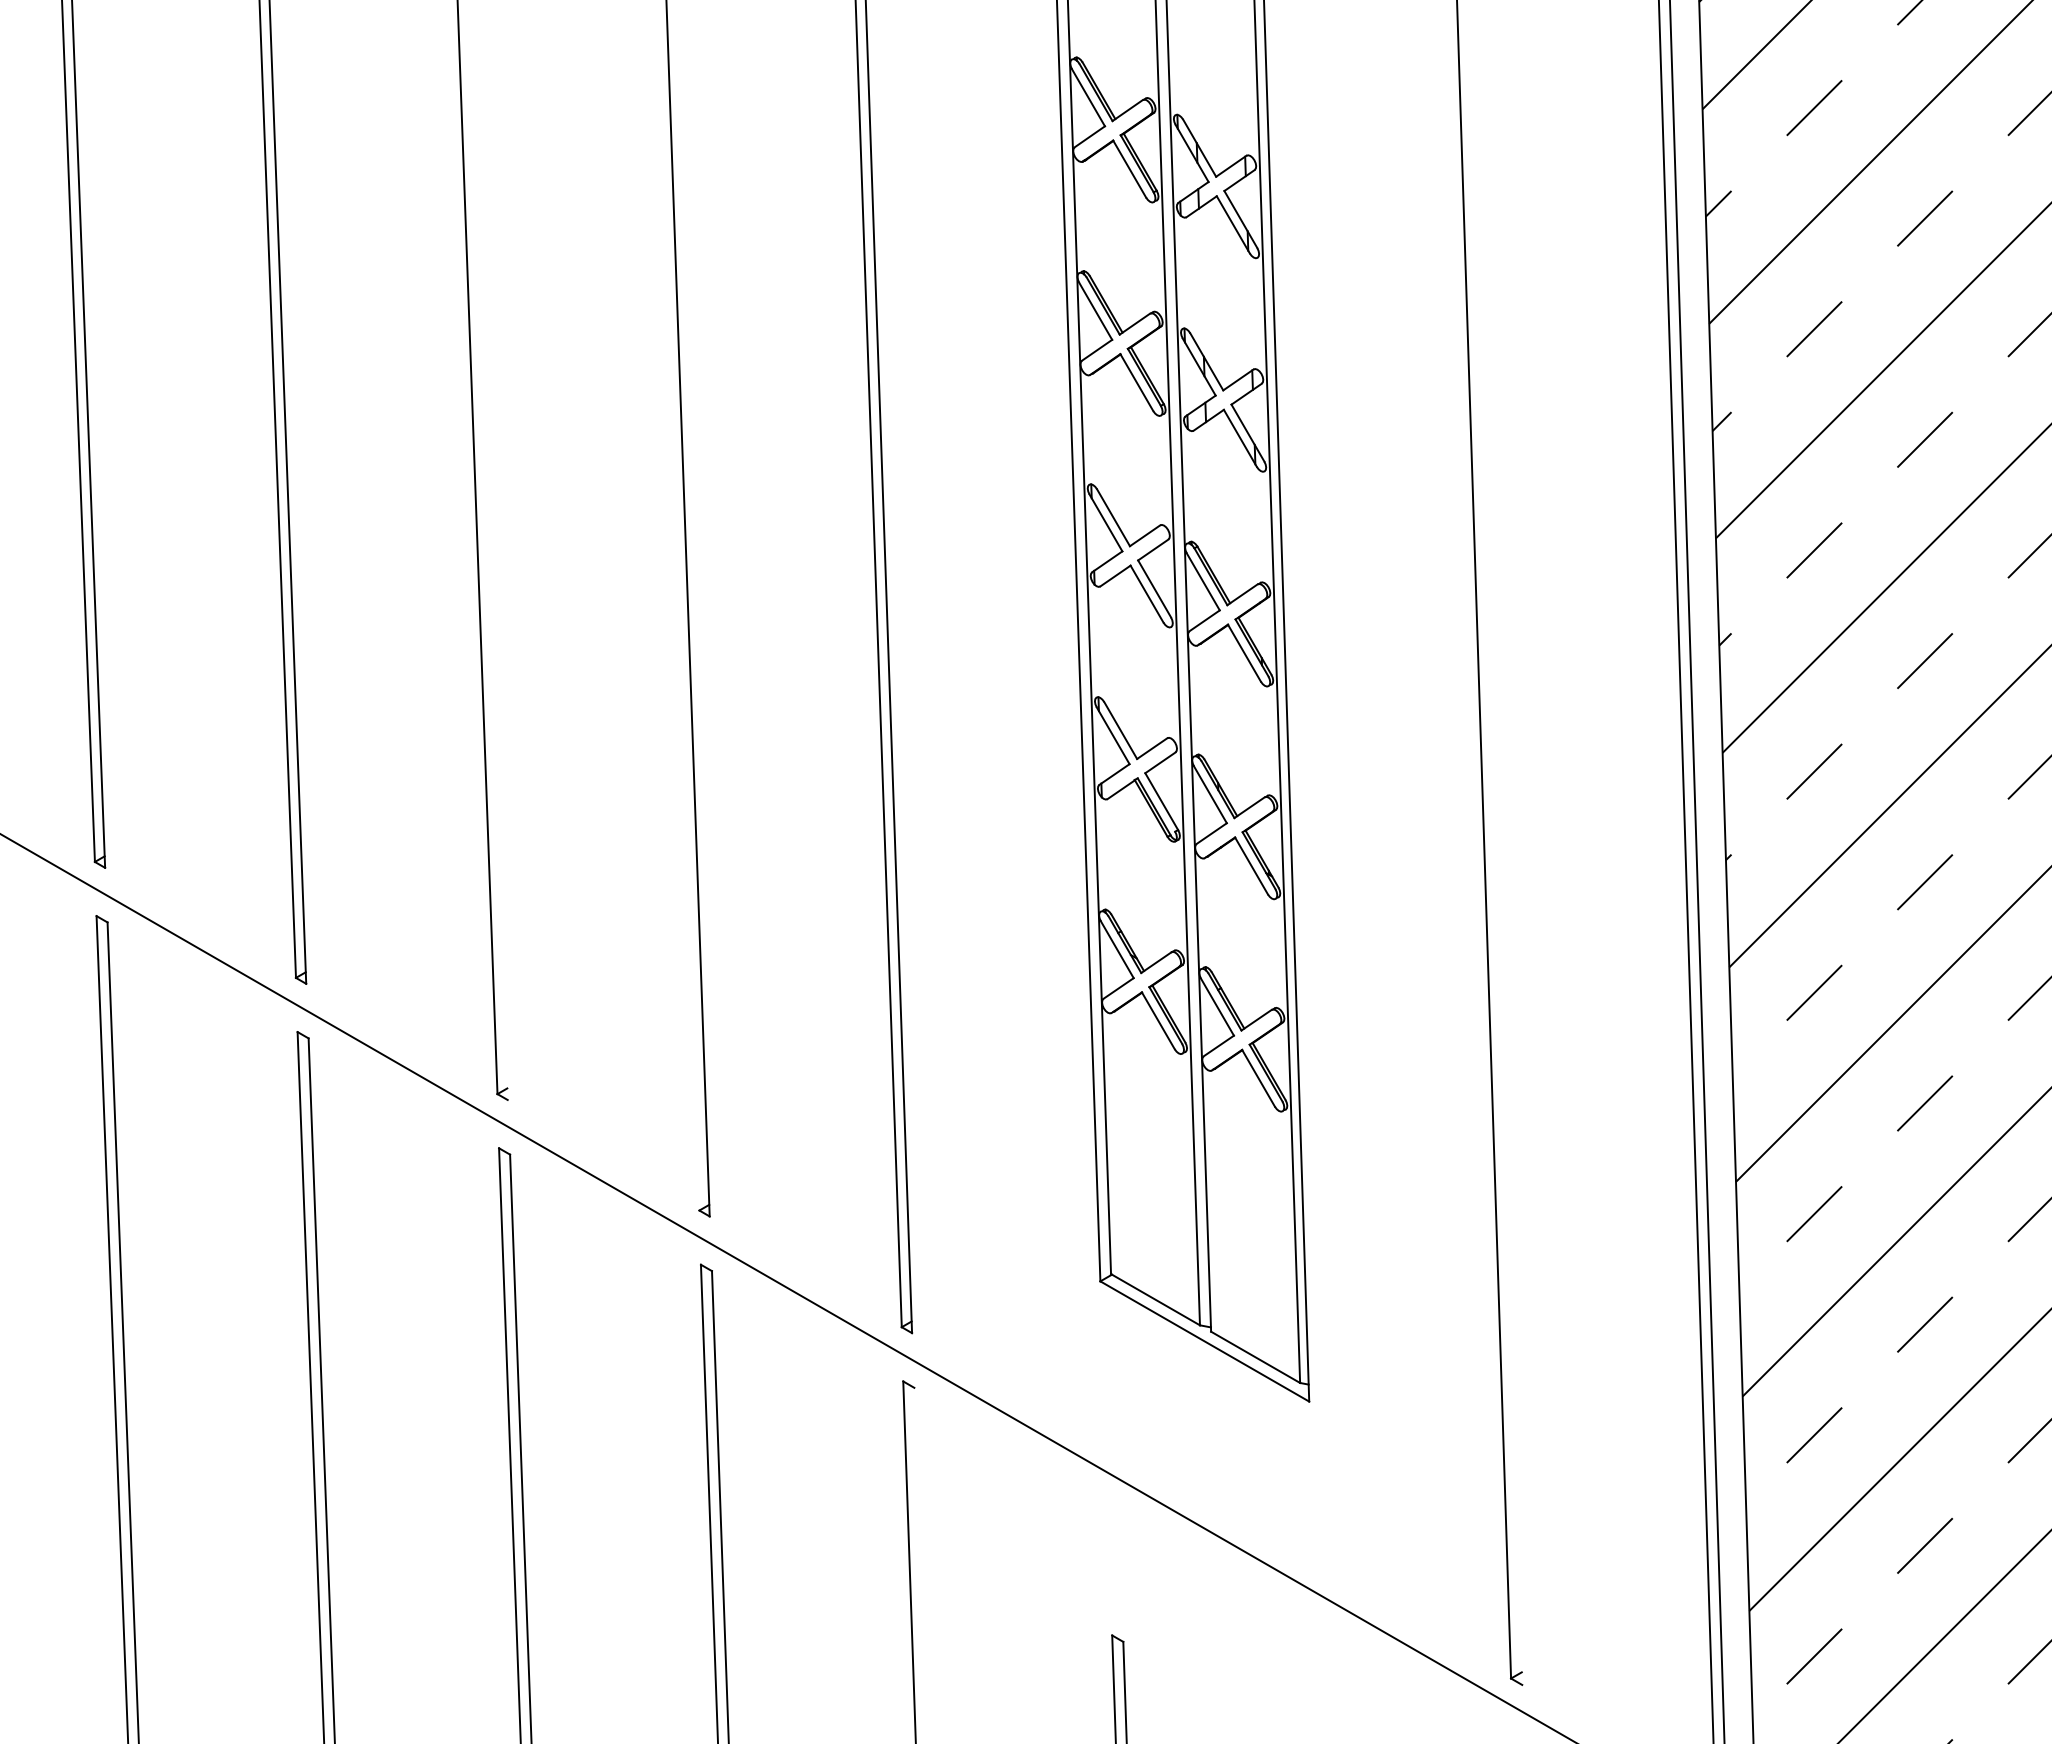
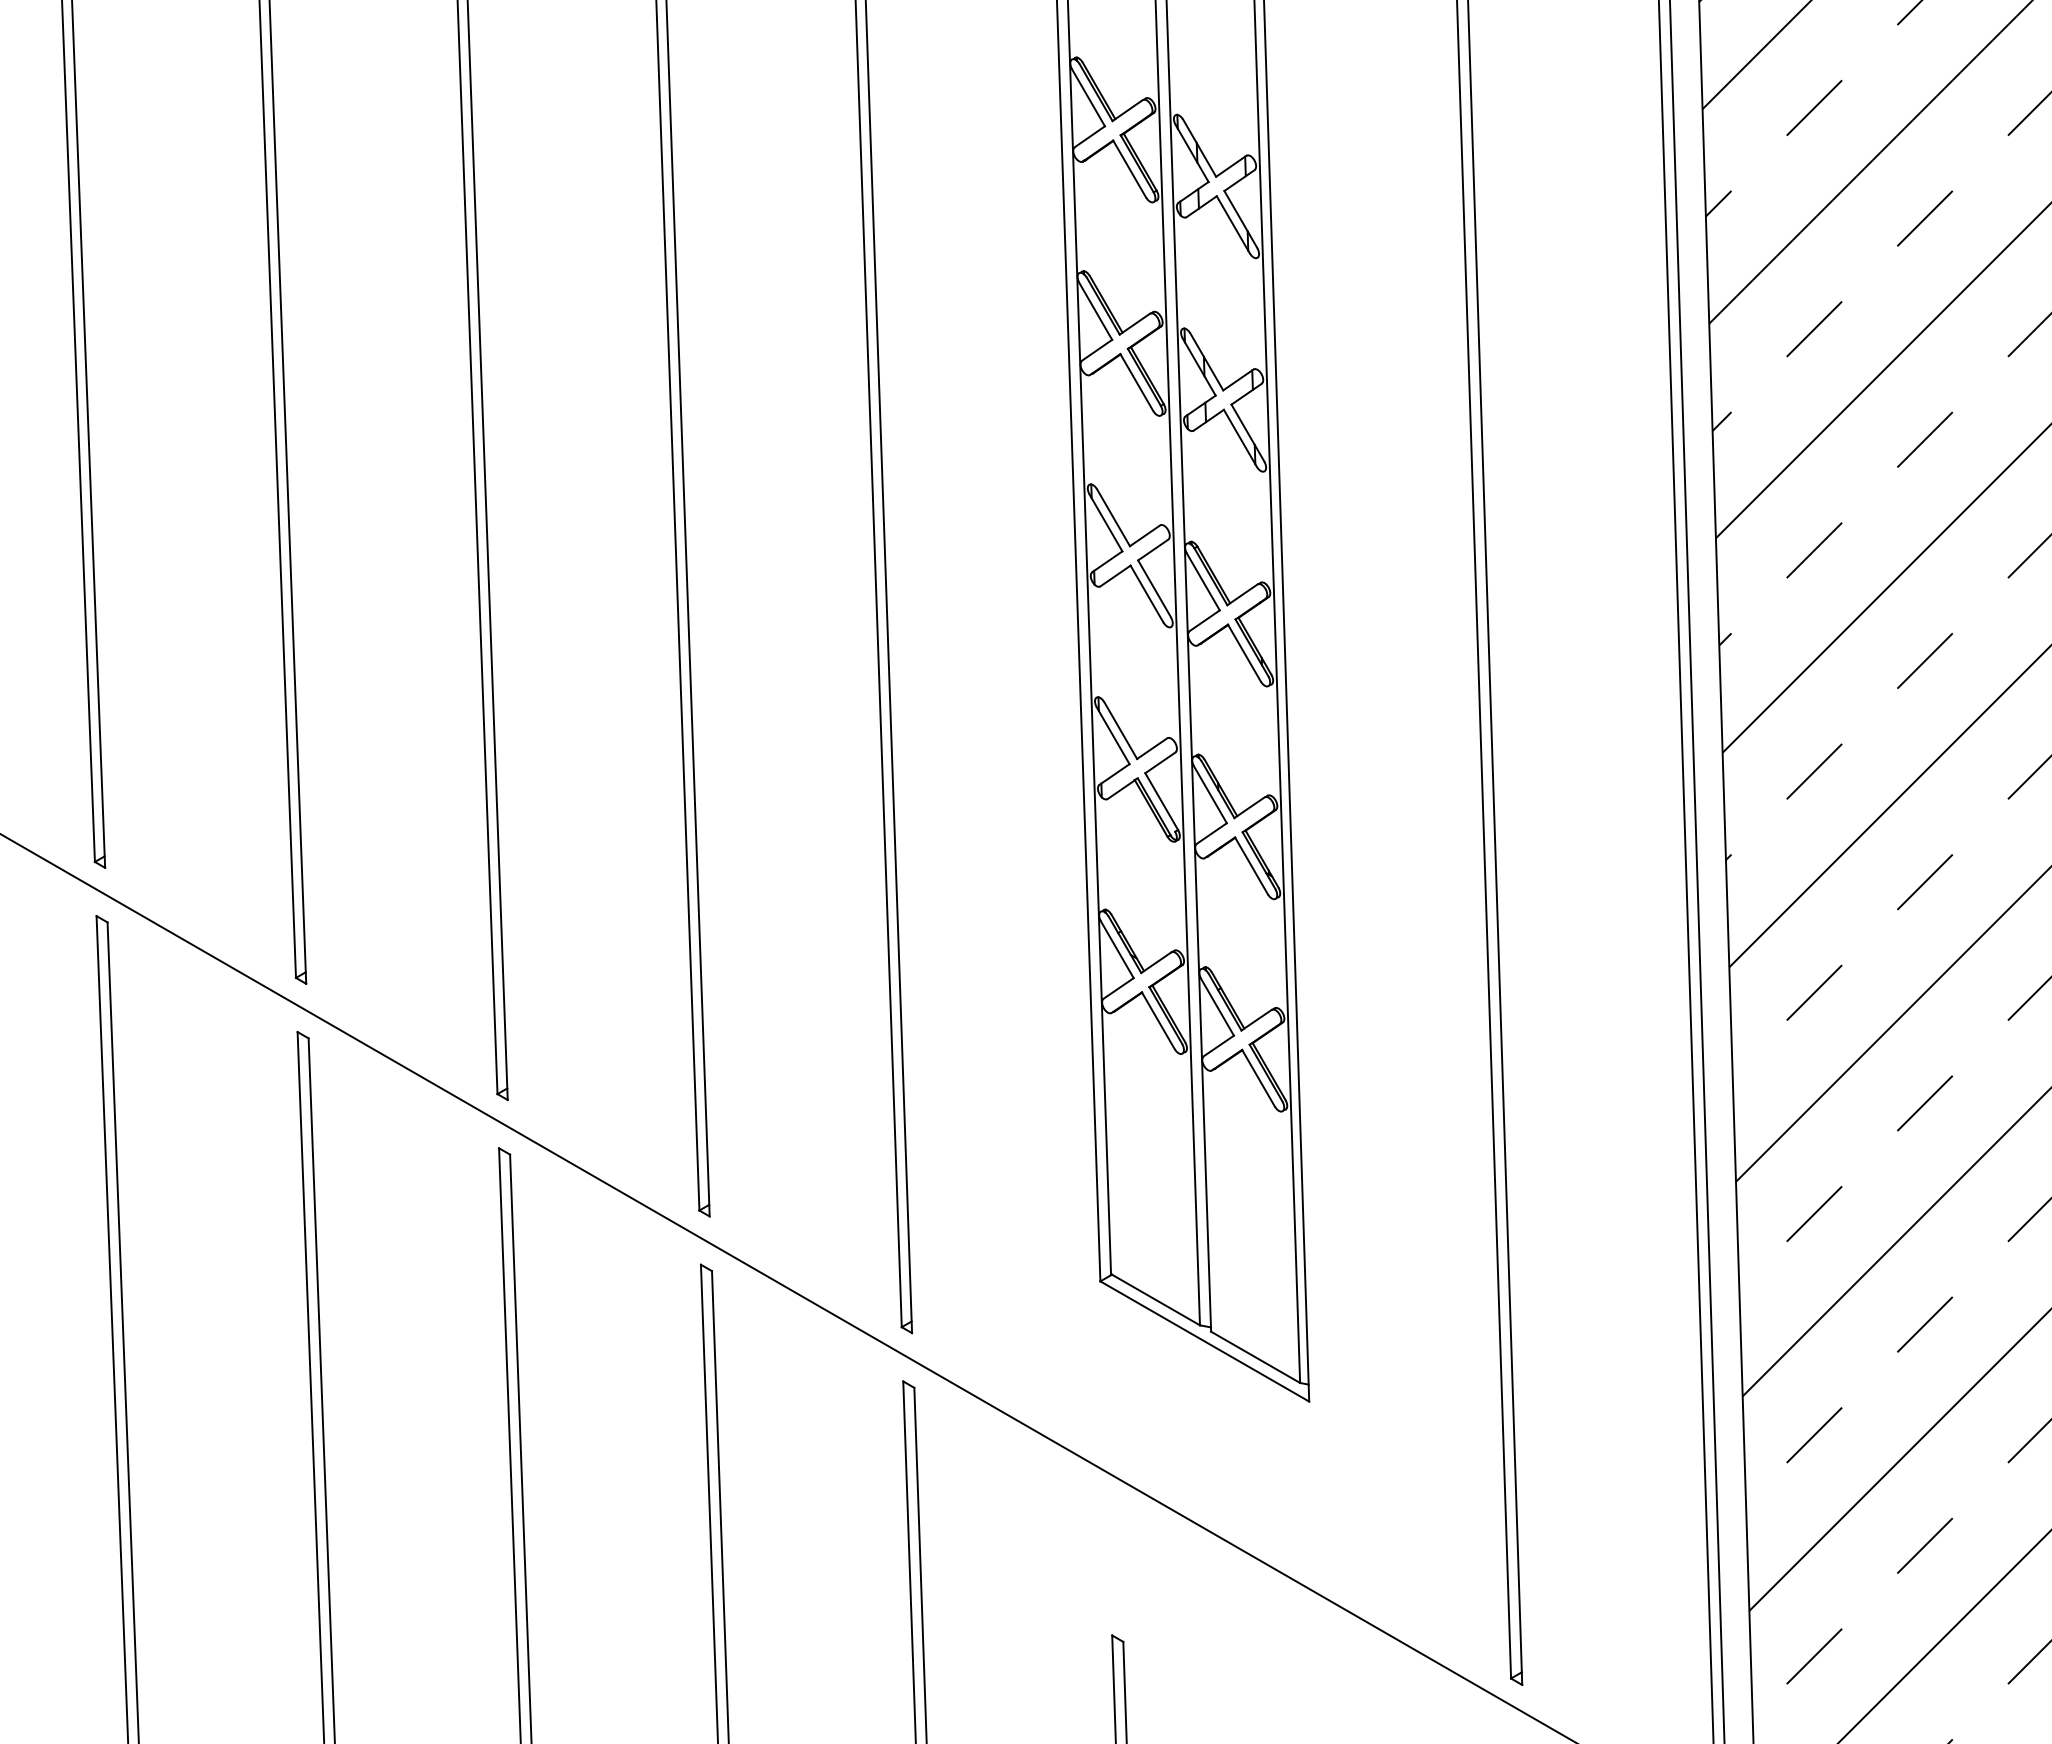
line at (487, 551): none -> present
line at (677, 606): none -> present
line at (1495, 843): none -> present
line at (920, 1563): none -> present
